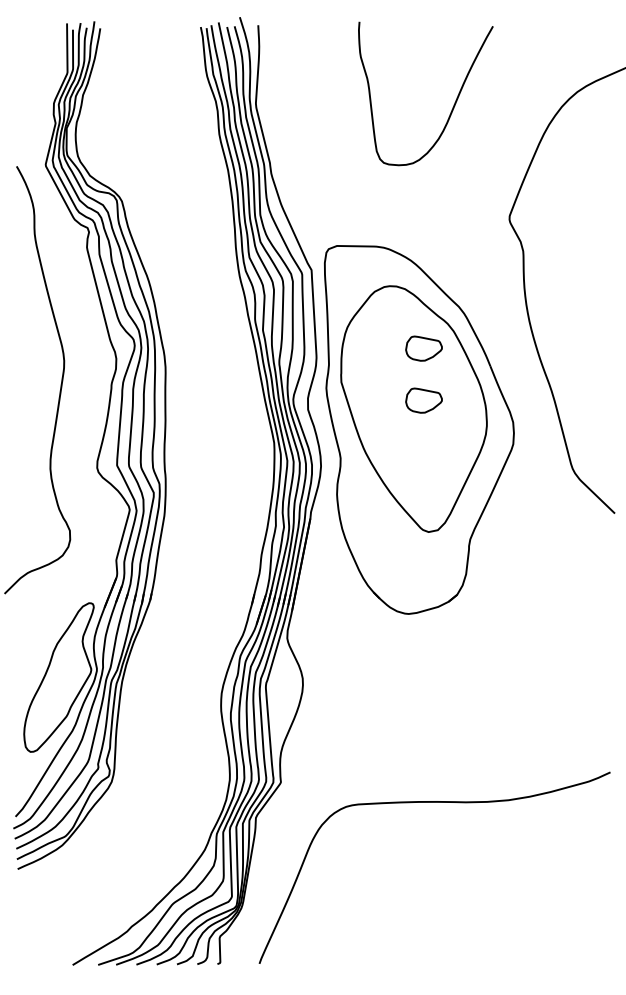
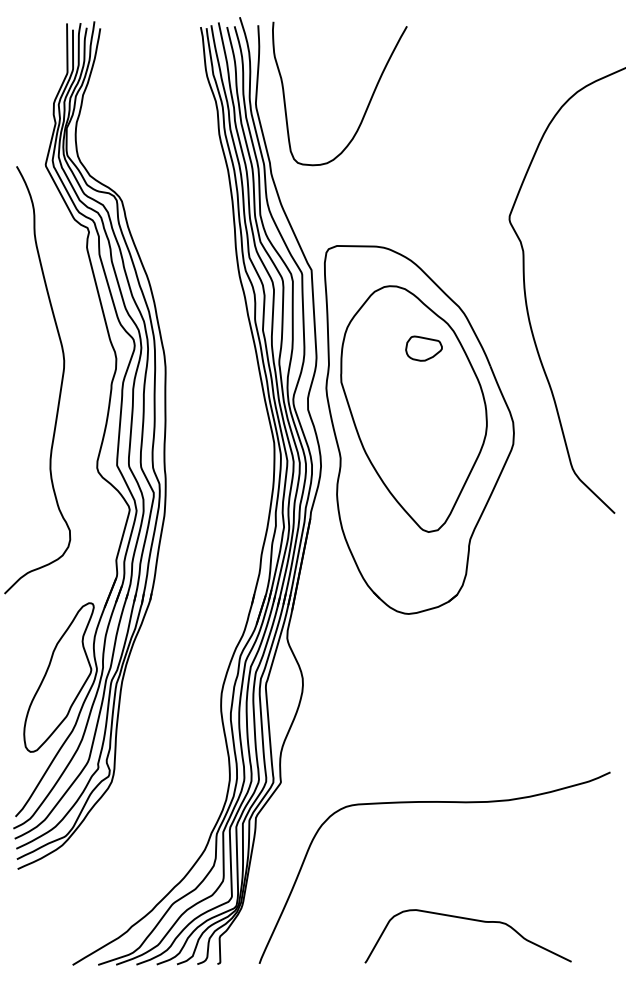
curve at (453, 104) position: (453, 104) -> (367, 104)
part at (423, 400): present -> none
curve at (470, 920): none -> present
